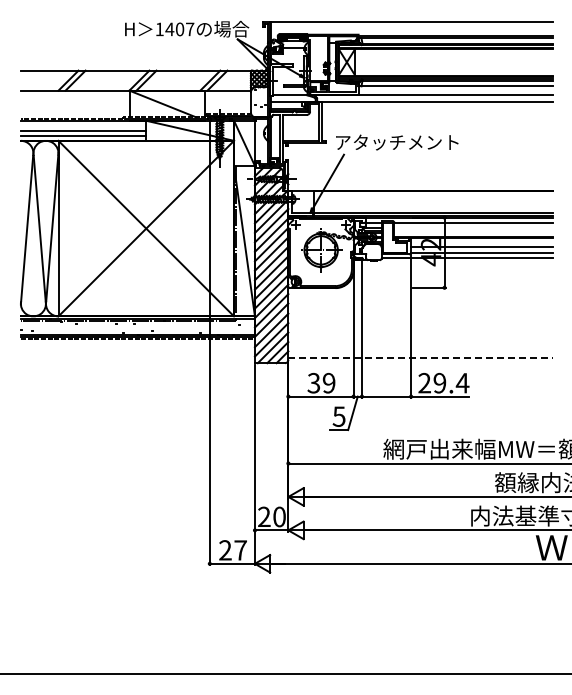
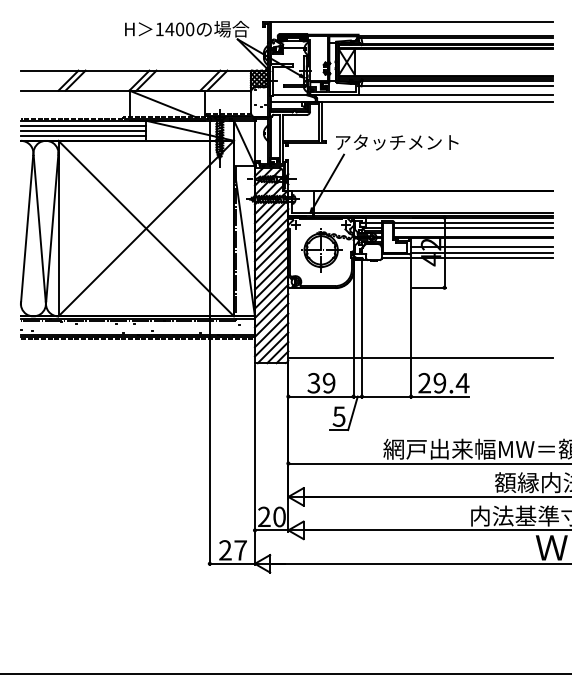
text at (190, 29): 1407 -> 1400
line at (83, 125): none -> present
line at (473, 228): none -> present
line at (420, 358): dashed -> solid
